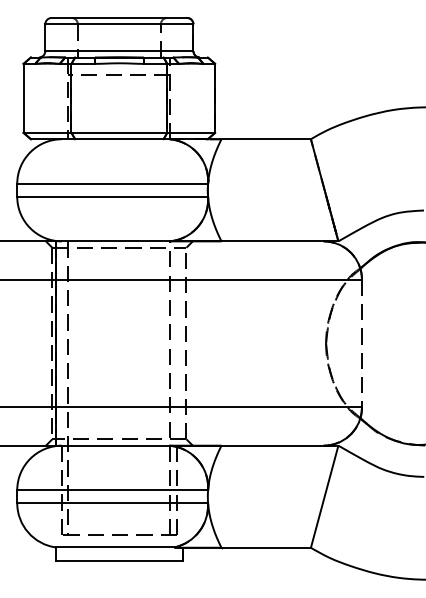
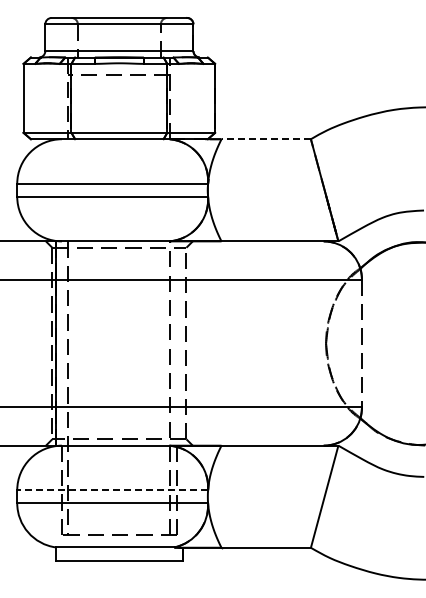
line at (266, 139): solid -> dashed
line at (112, 490): solid -> dashed
